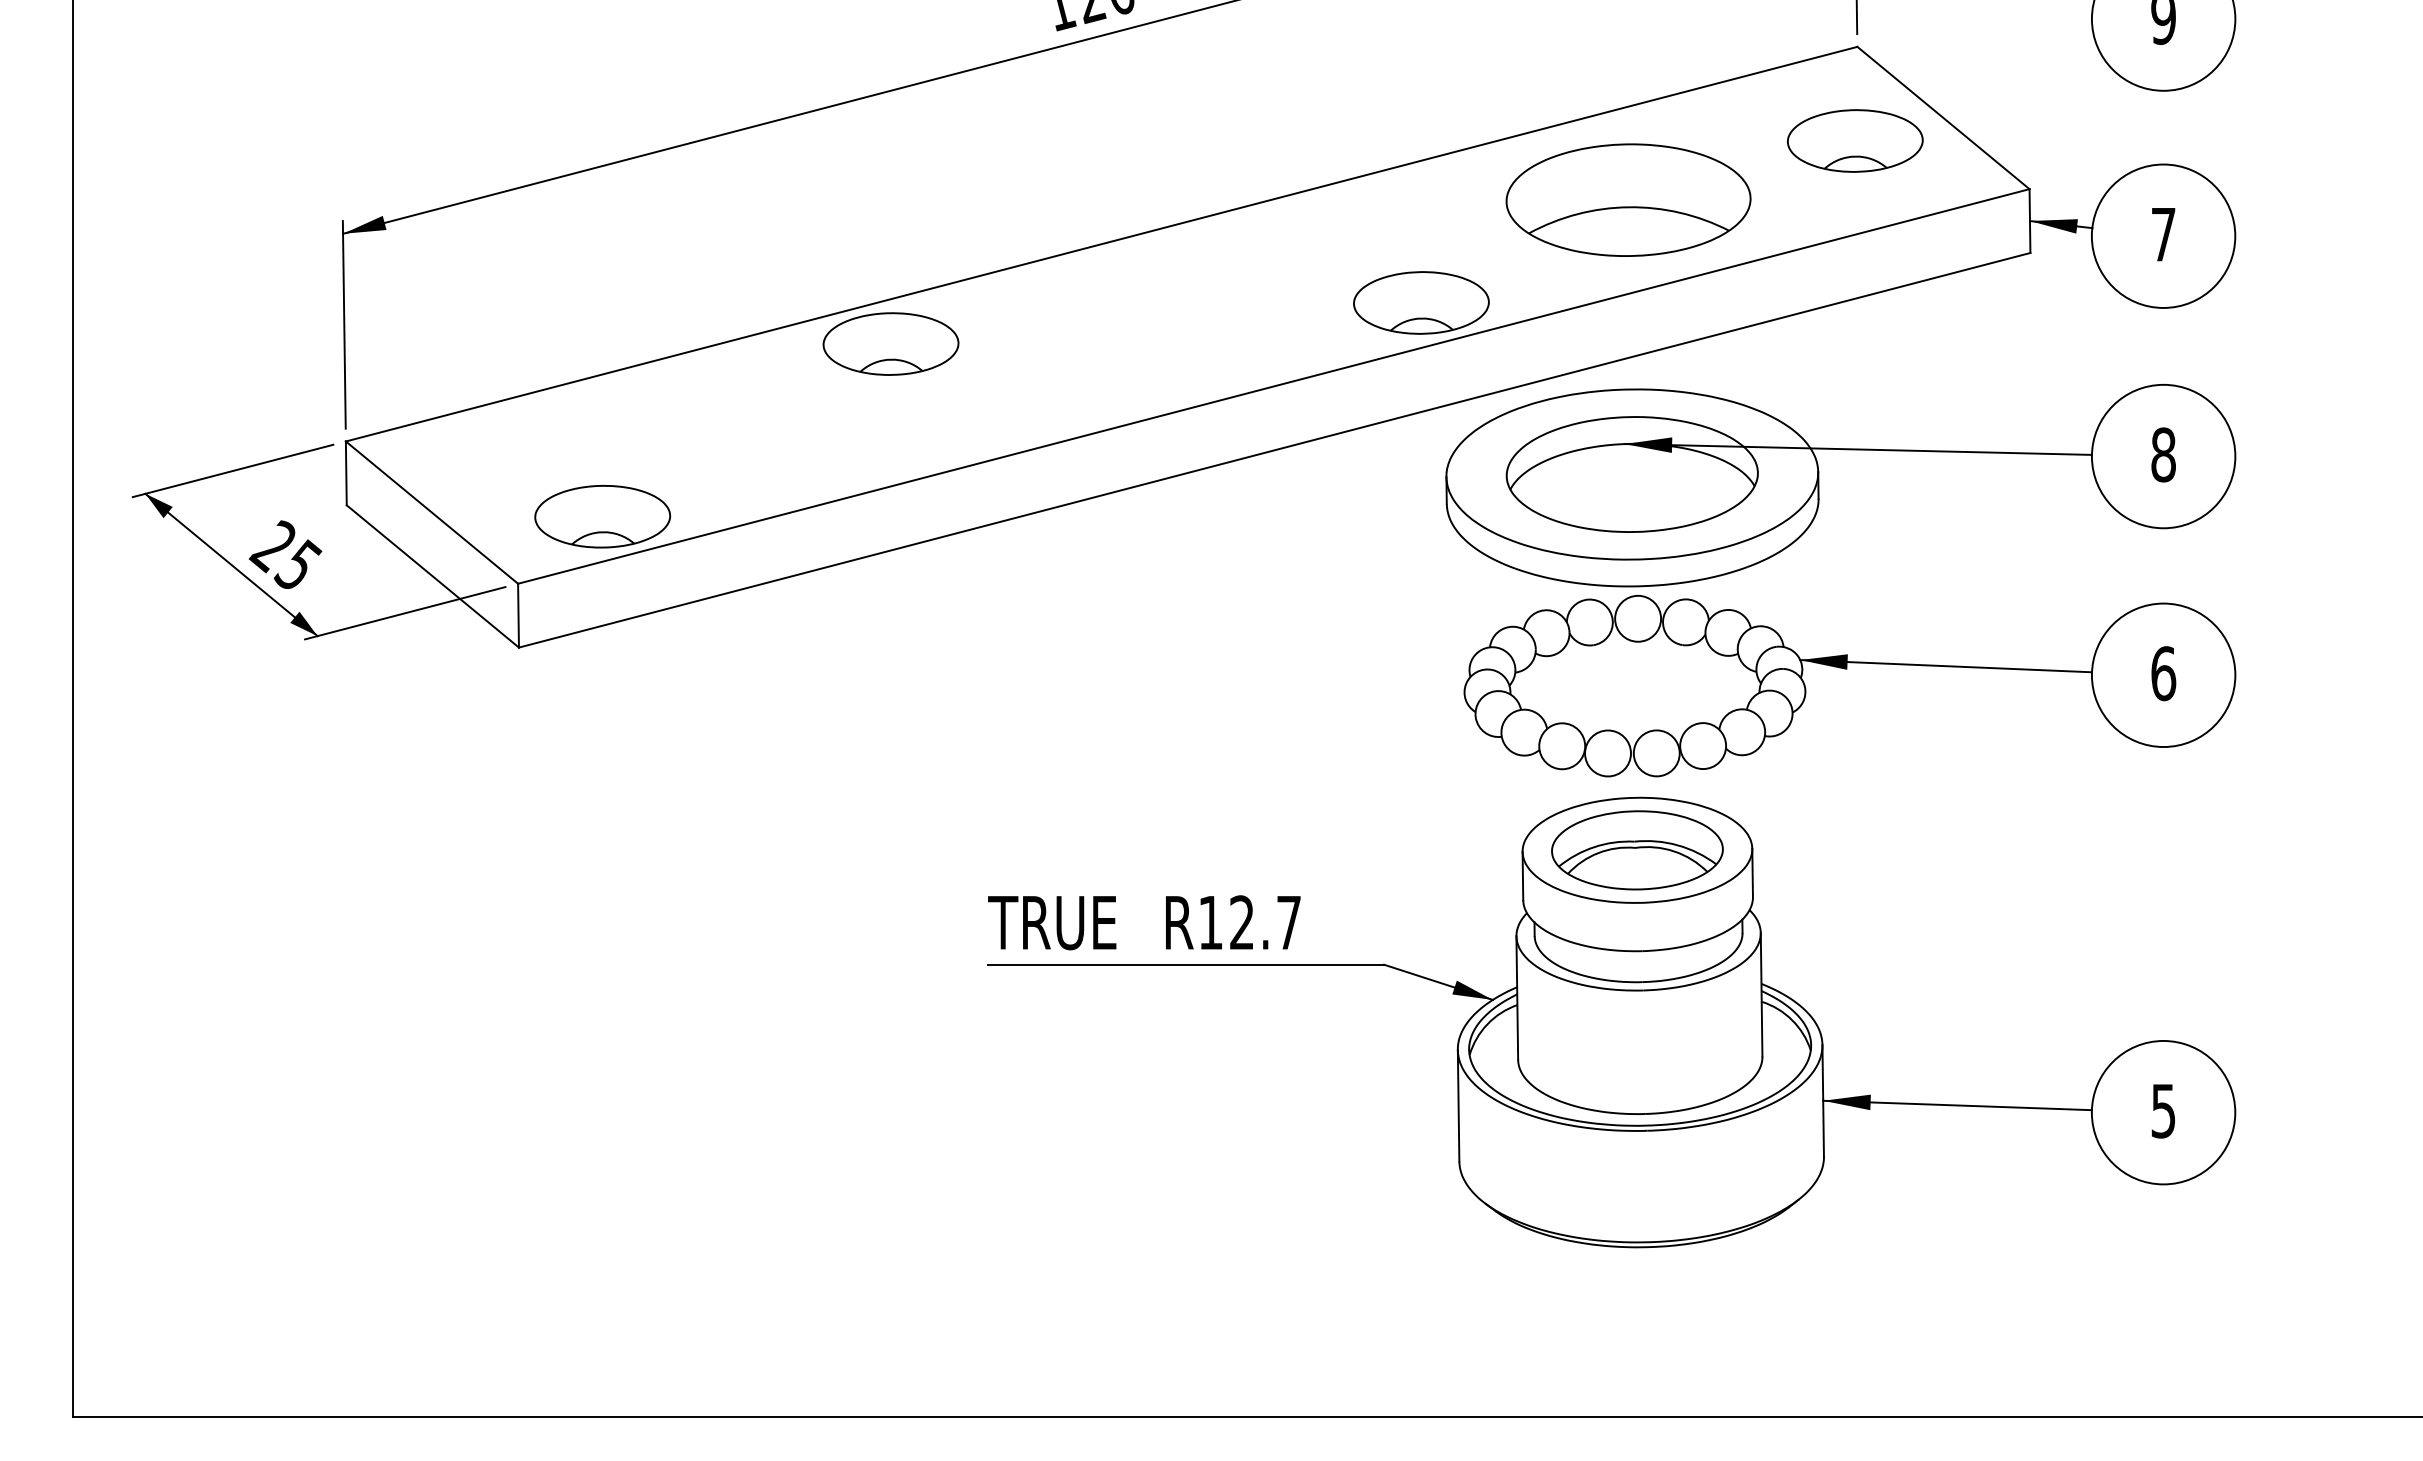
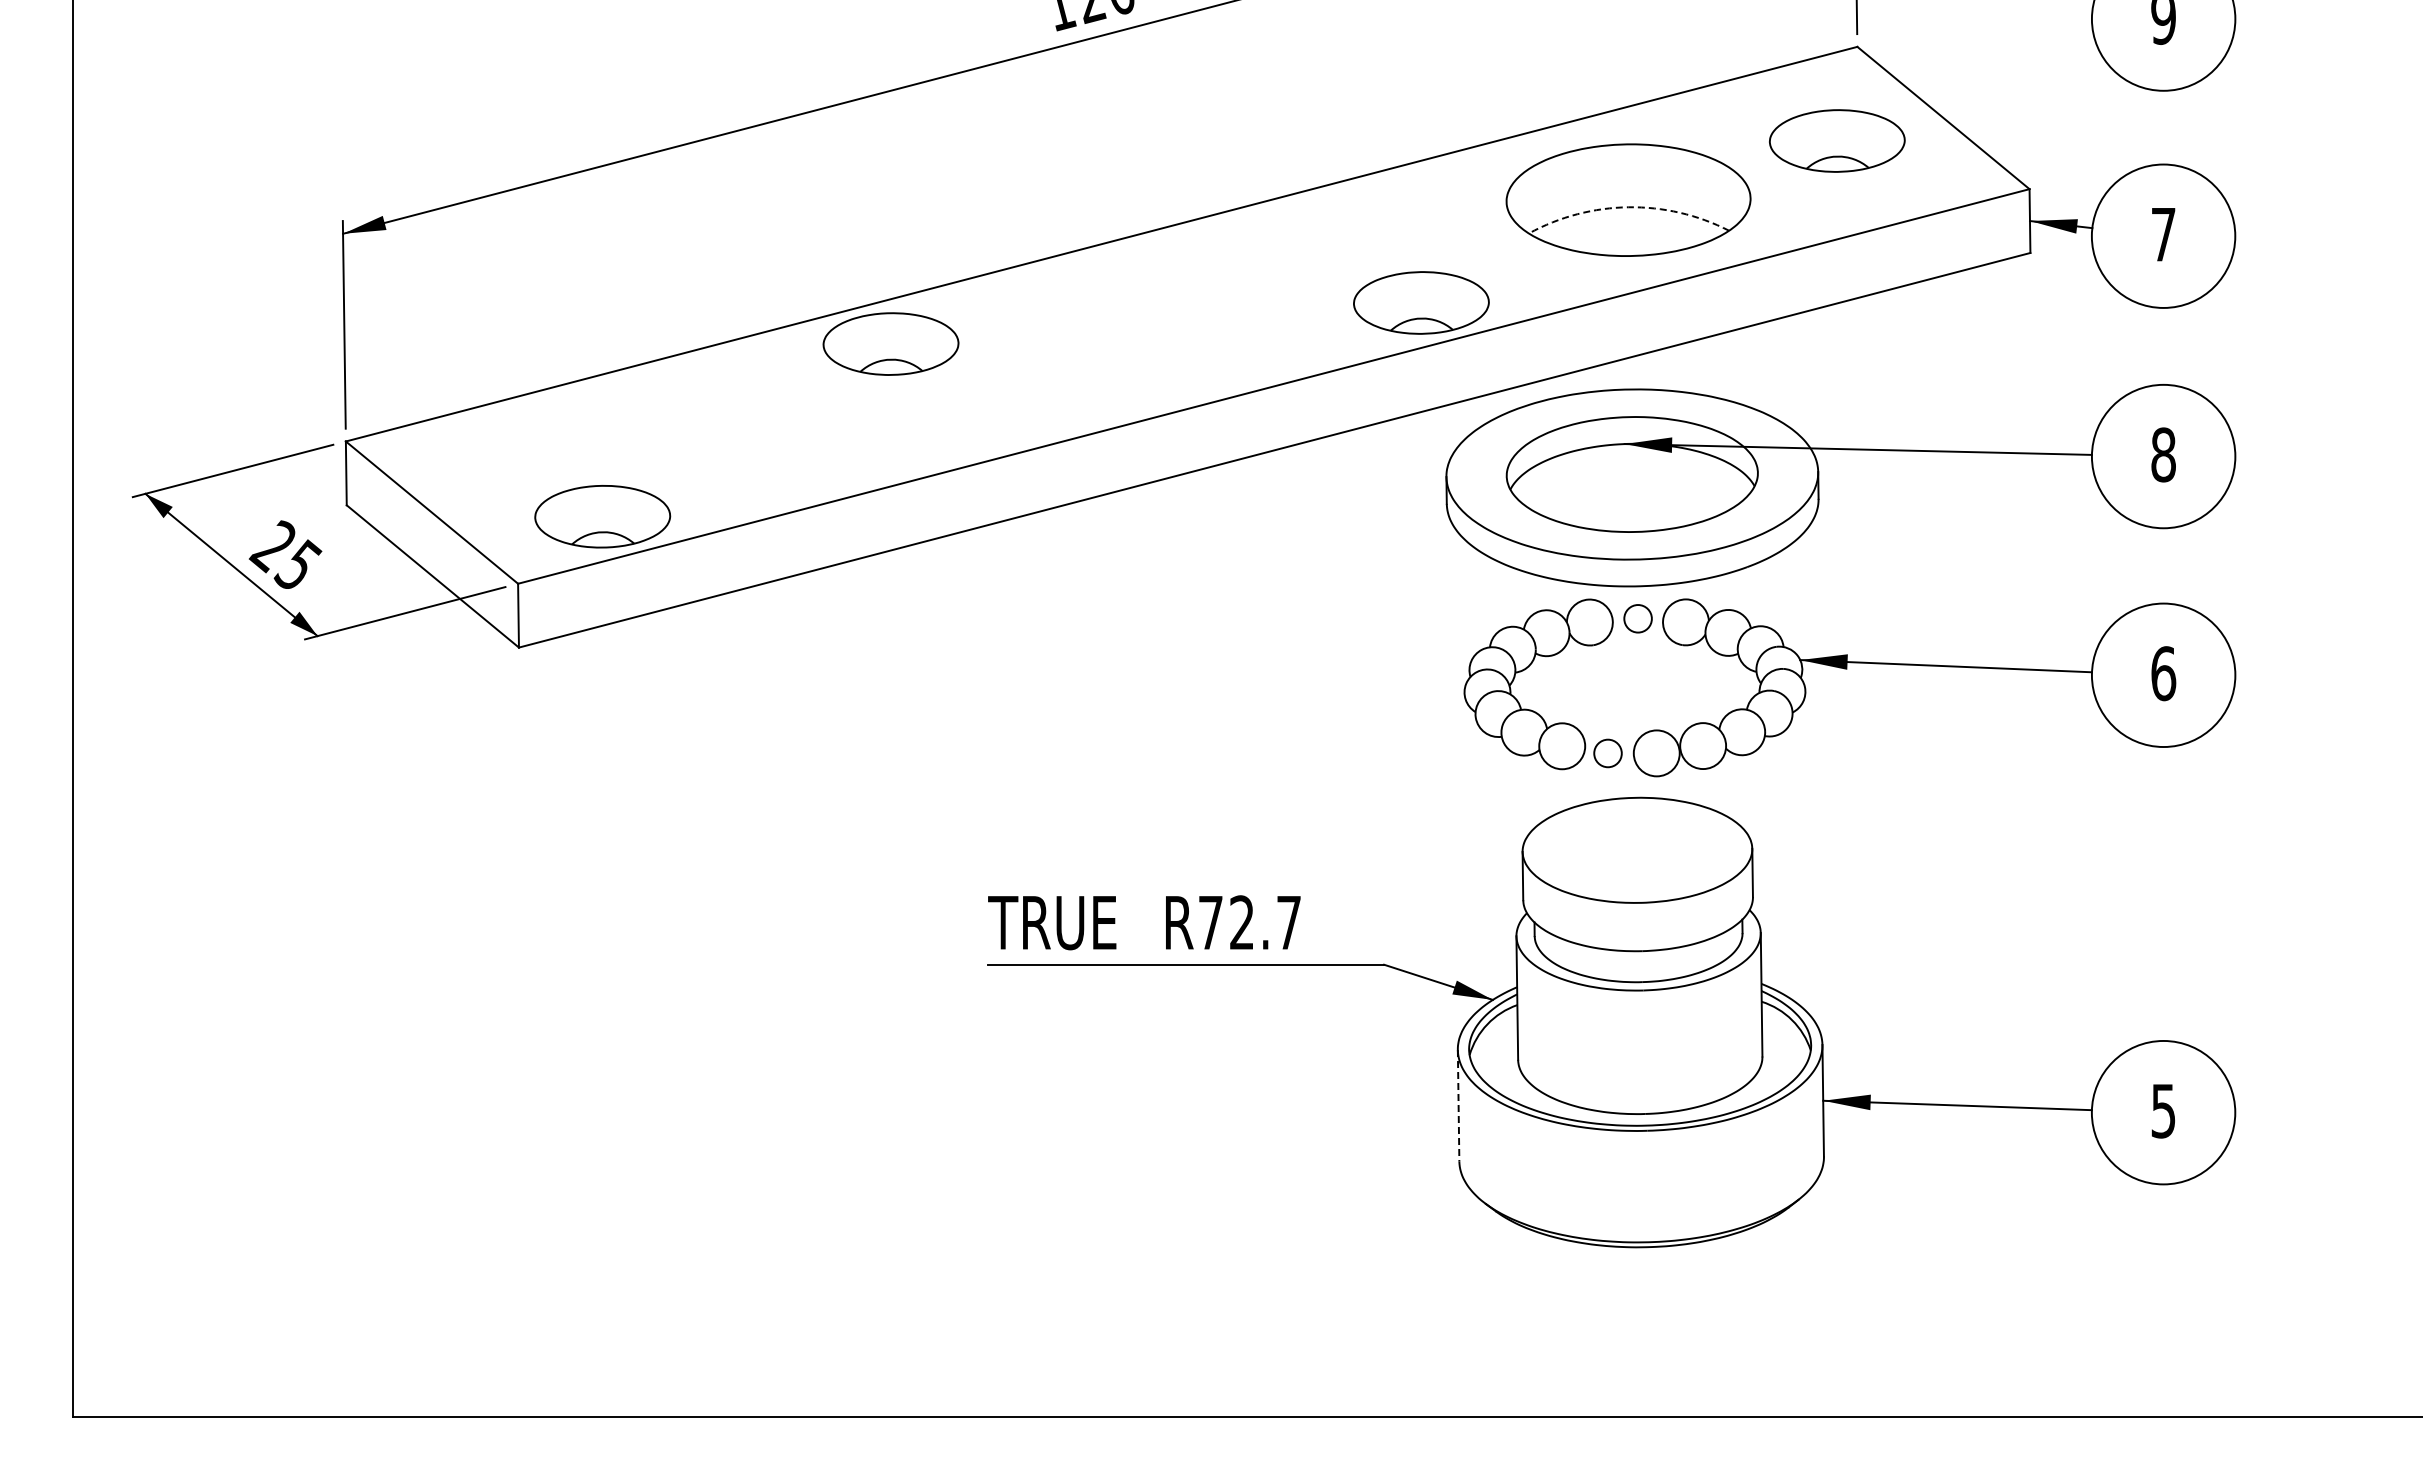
part at (1855, 140) position: (1855, 140) -> (1837, 140)
arc at (1628, 207): solid -> dashed
circle at (1638, 618) diameter: 46 px -> 28 px
circle at (1608, 753) diameter: 46 px -> 28 px
part at (1637, 850): present -> none
text at (1210, 922): R12.7 -> R72.7
line at (1458, 1105): solid -> dashed
